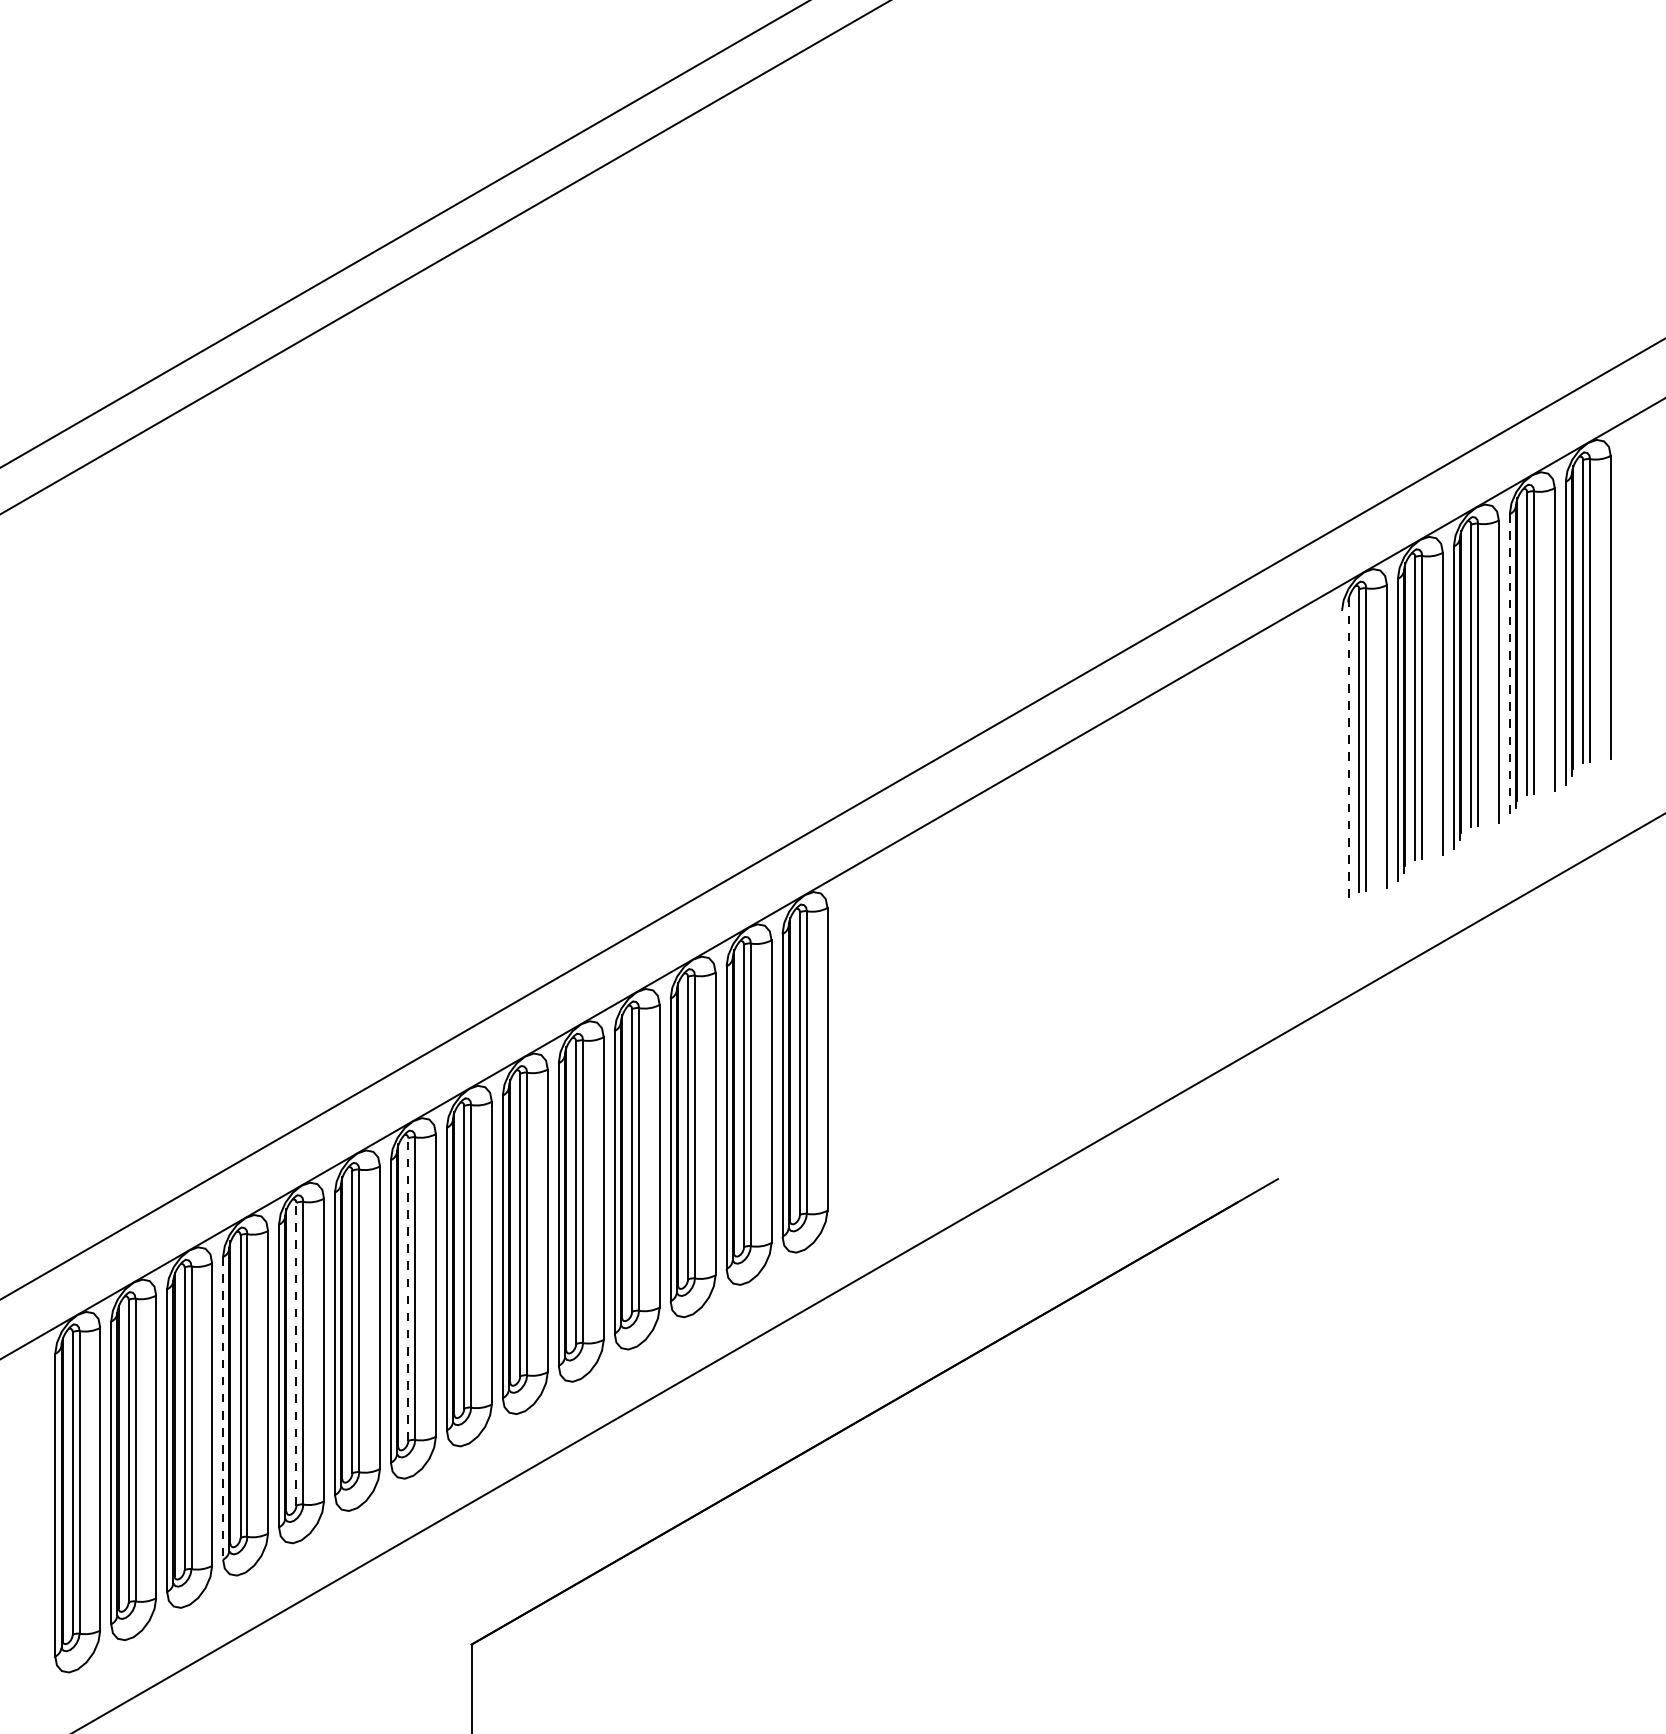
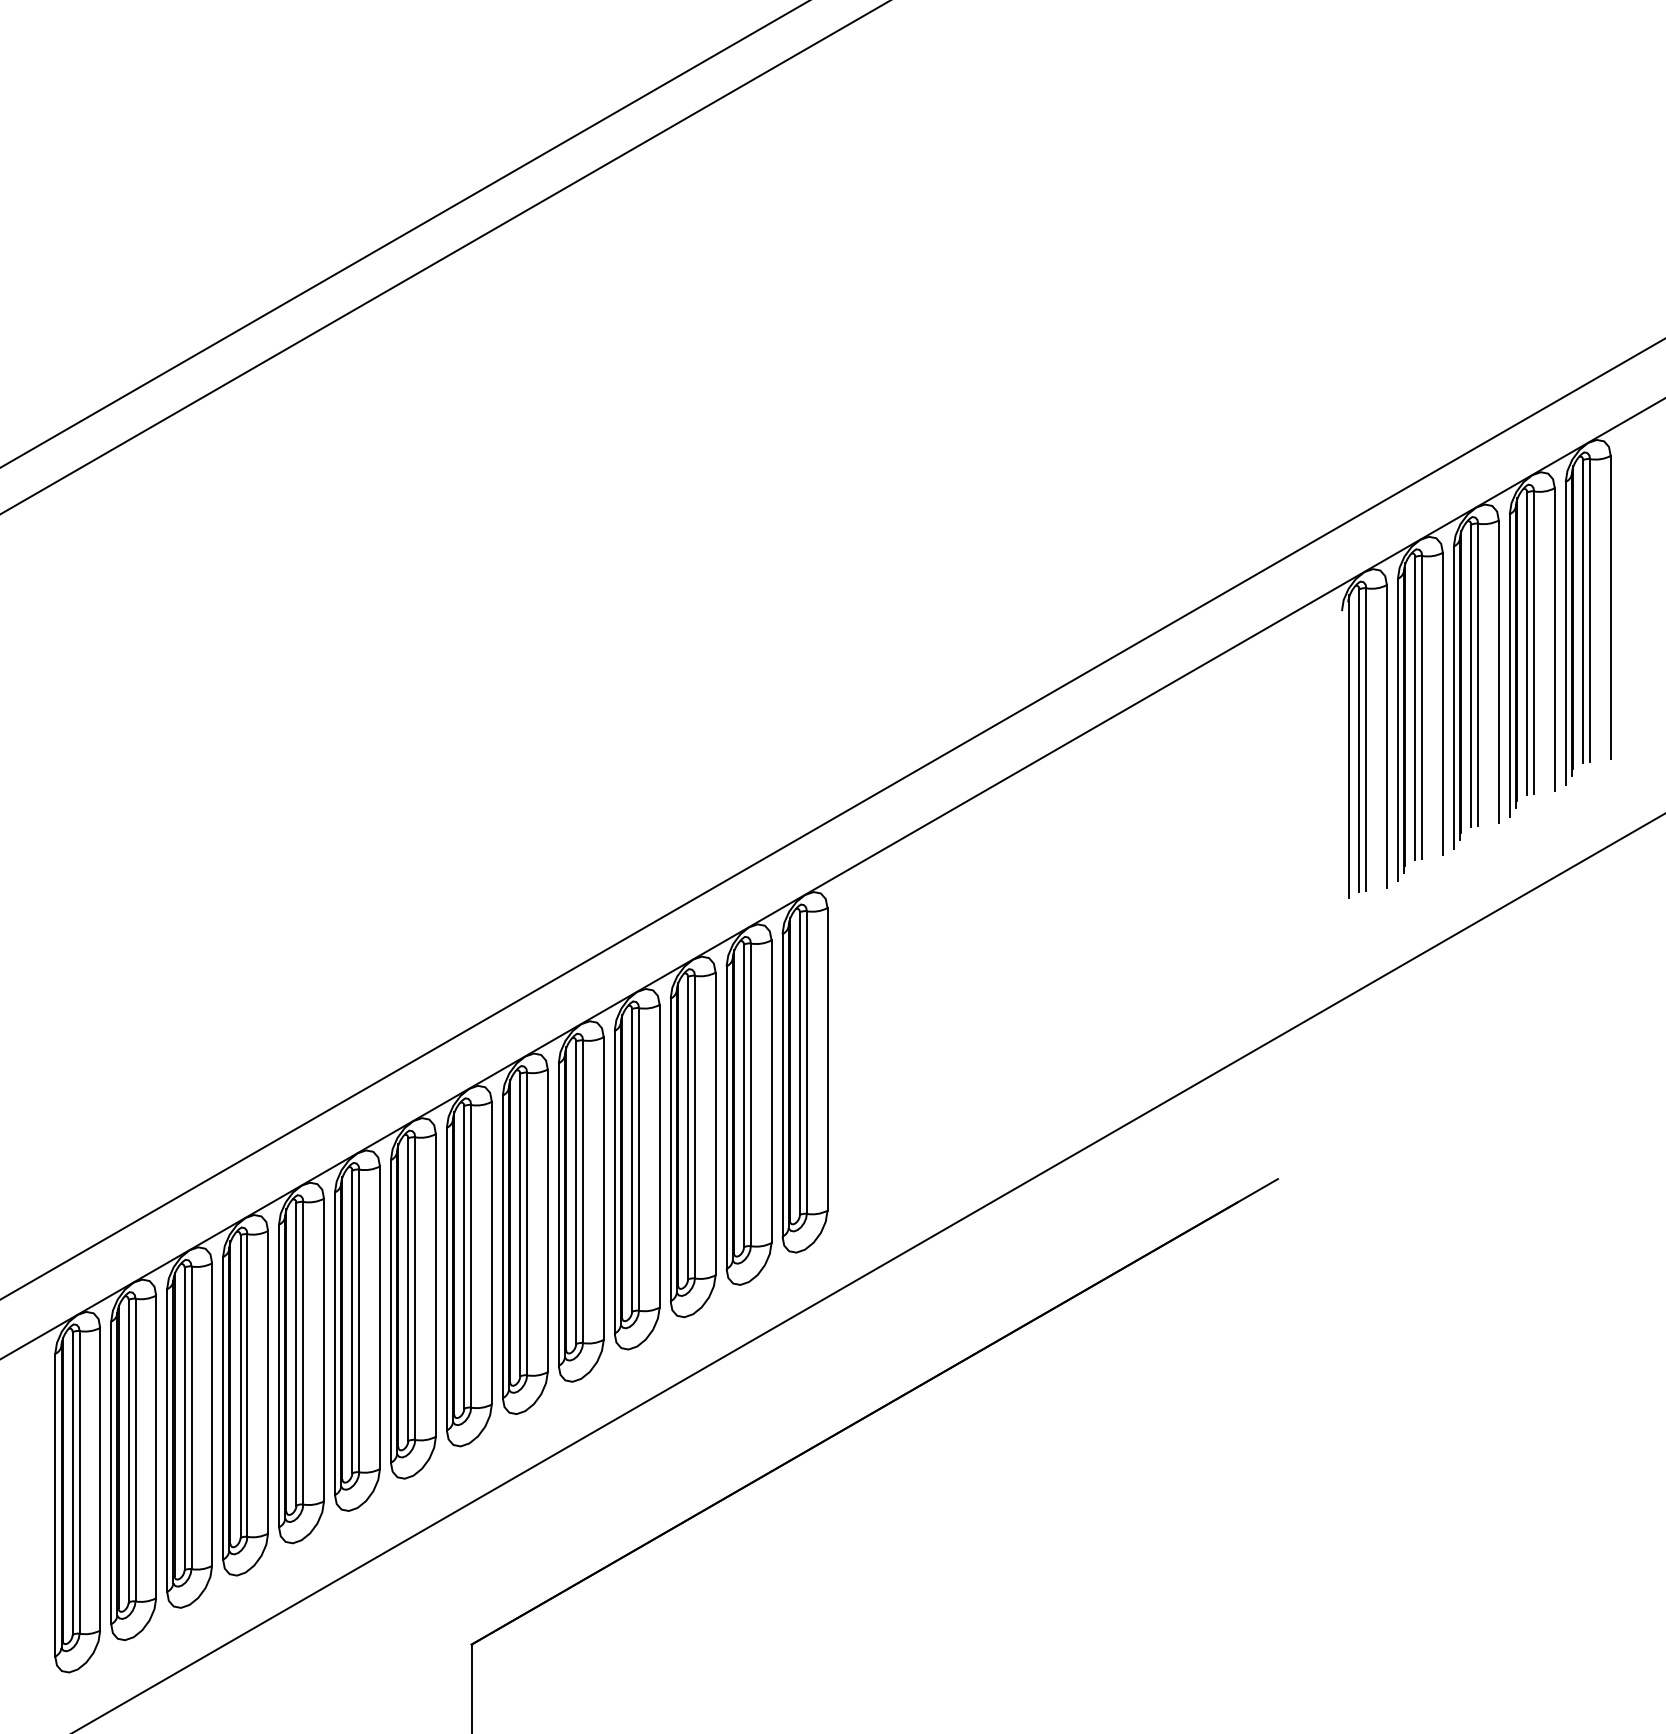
line at (1509, 666): dashed -> solid
line at (1349, 746): dashed -> solid
line at (408, 1289): dashed -> solid
line at (296, 1353): dashed -> solid
line at (223, 1408): dashed -> solid
